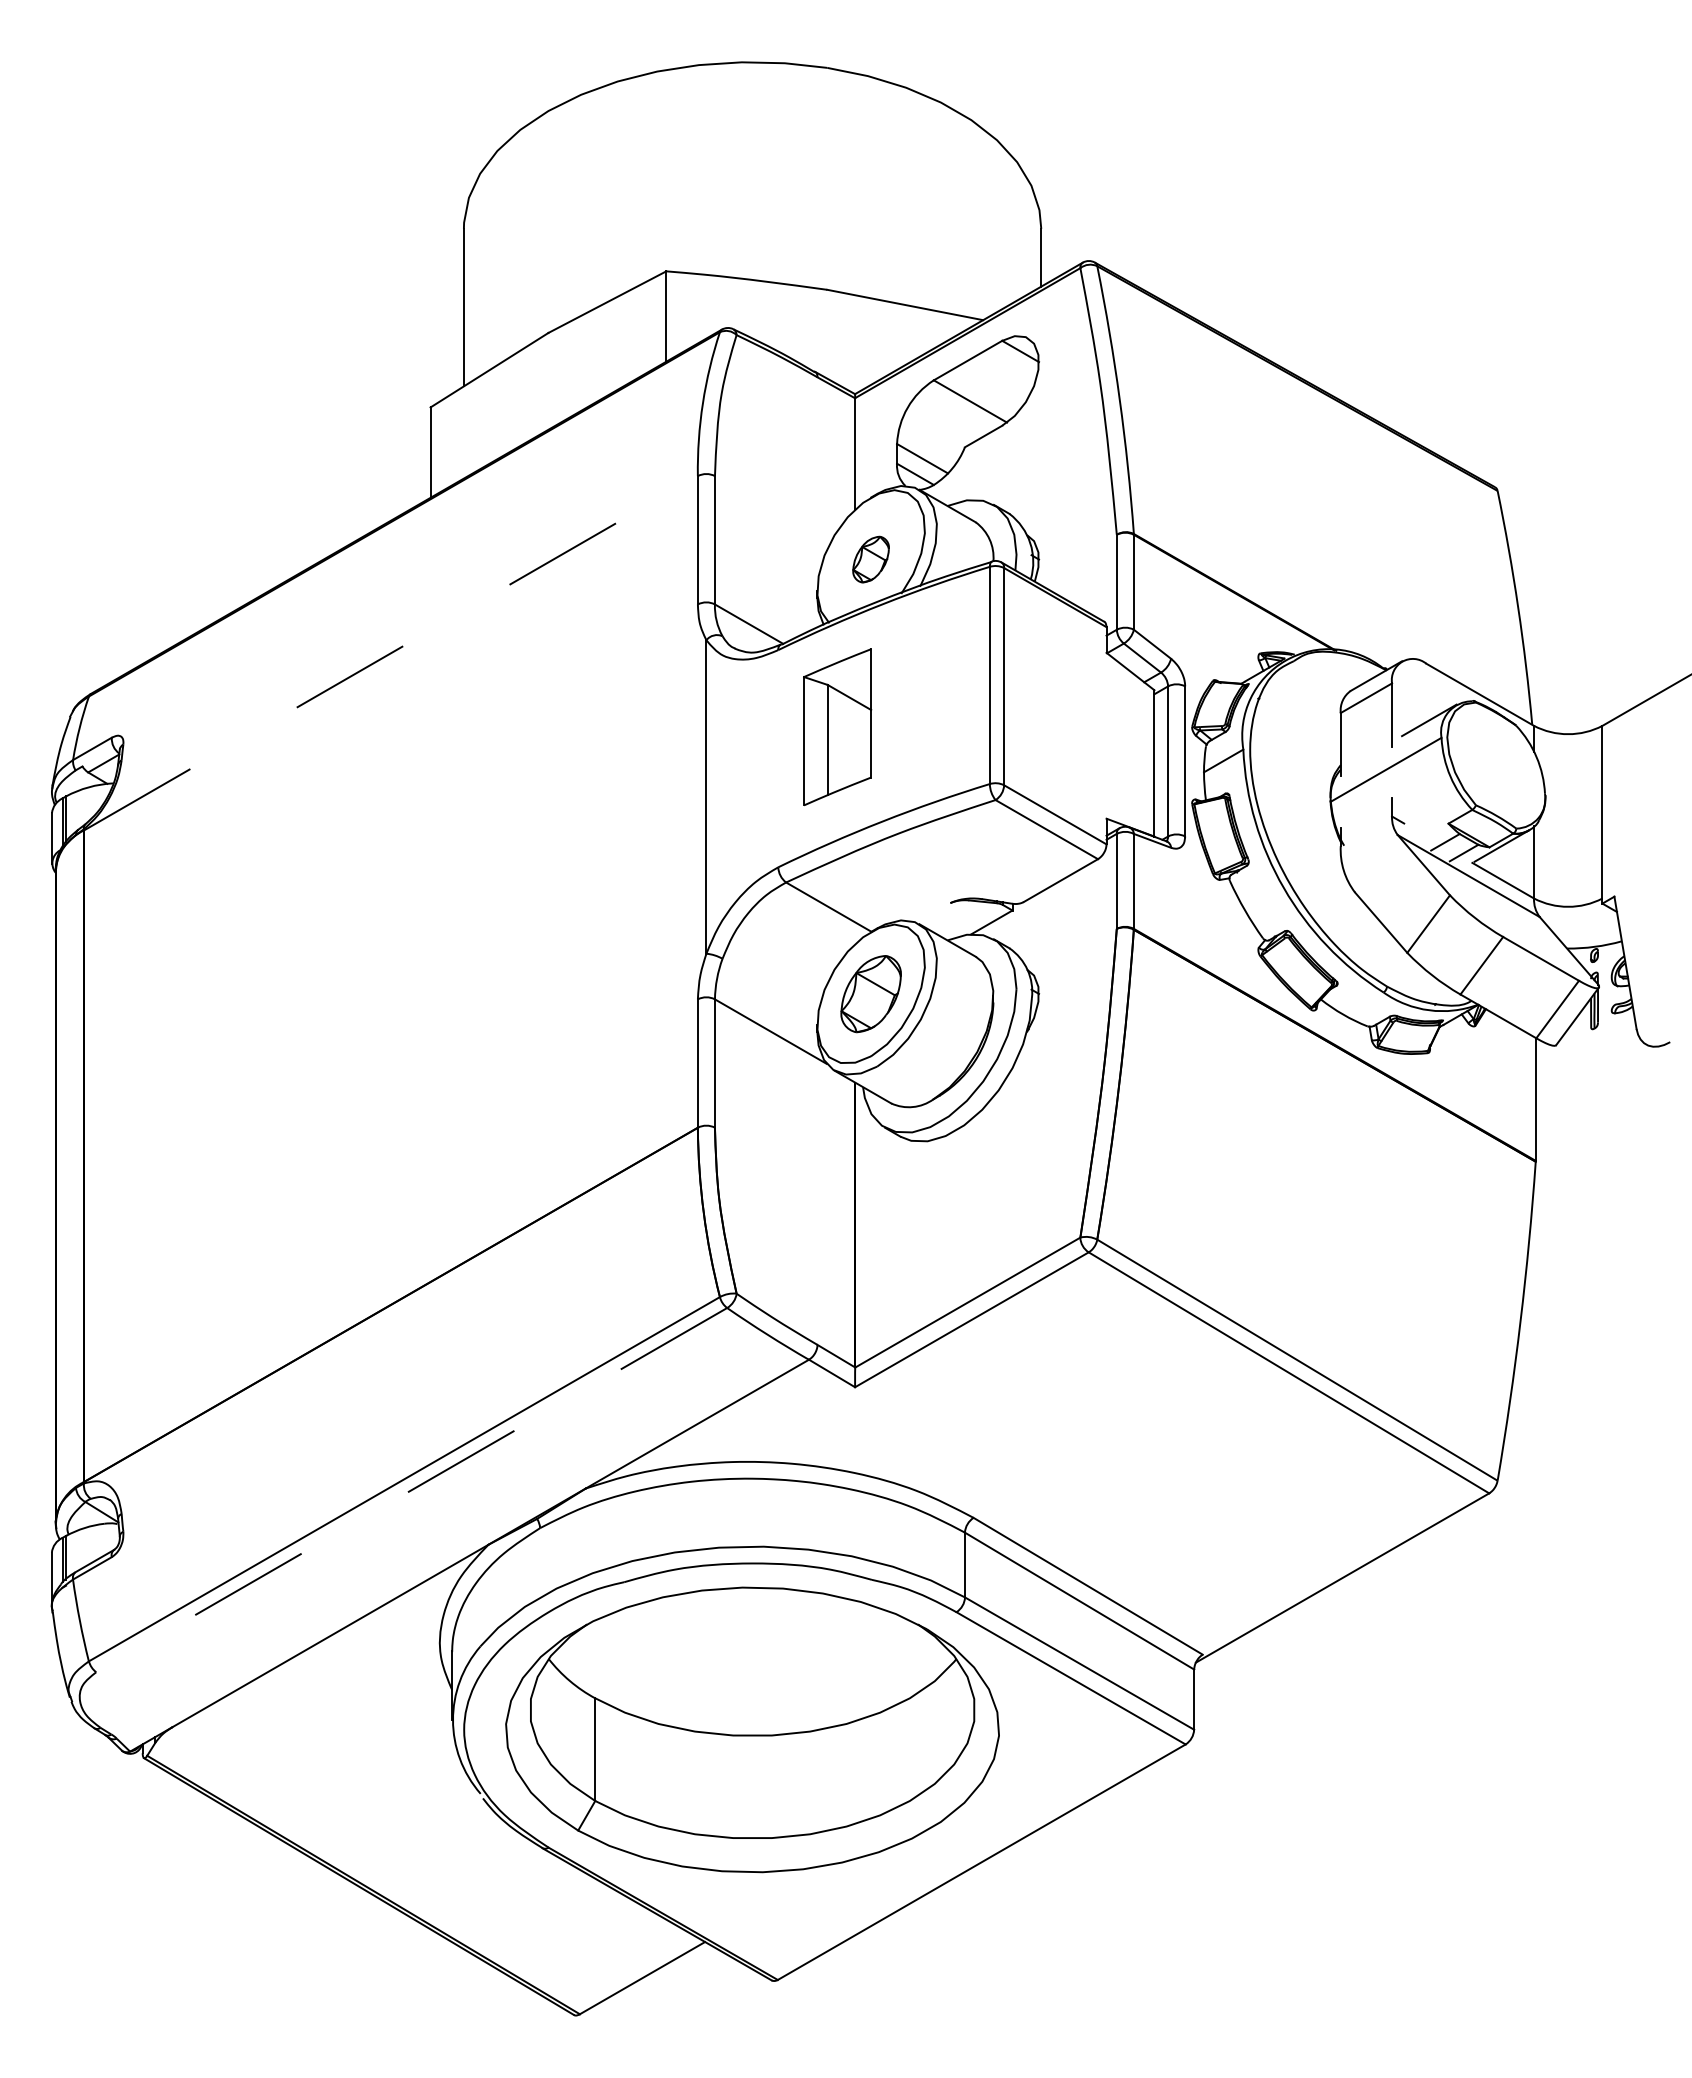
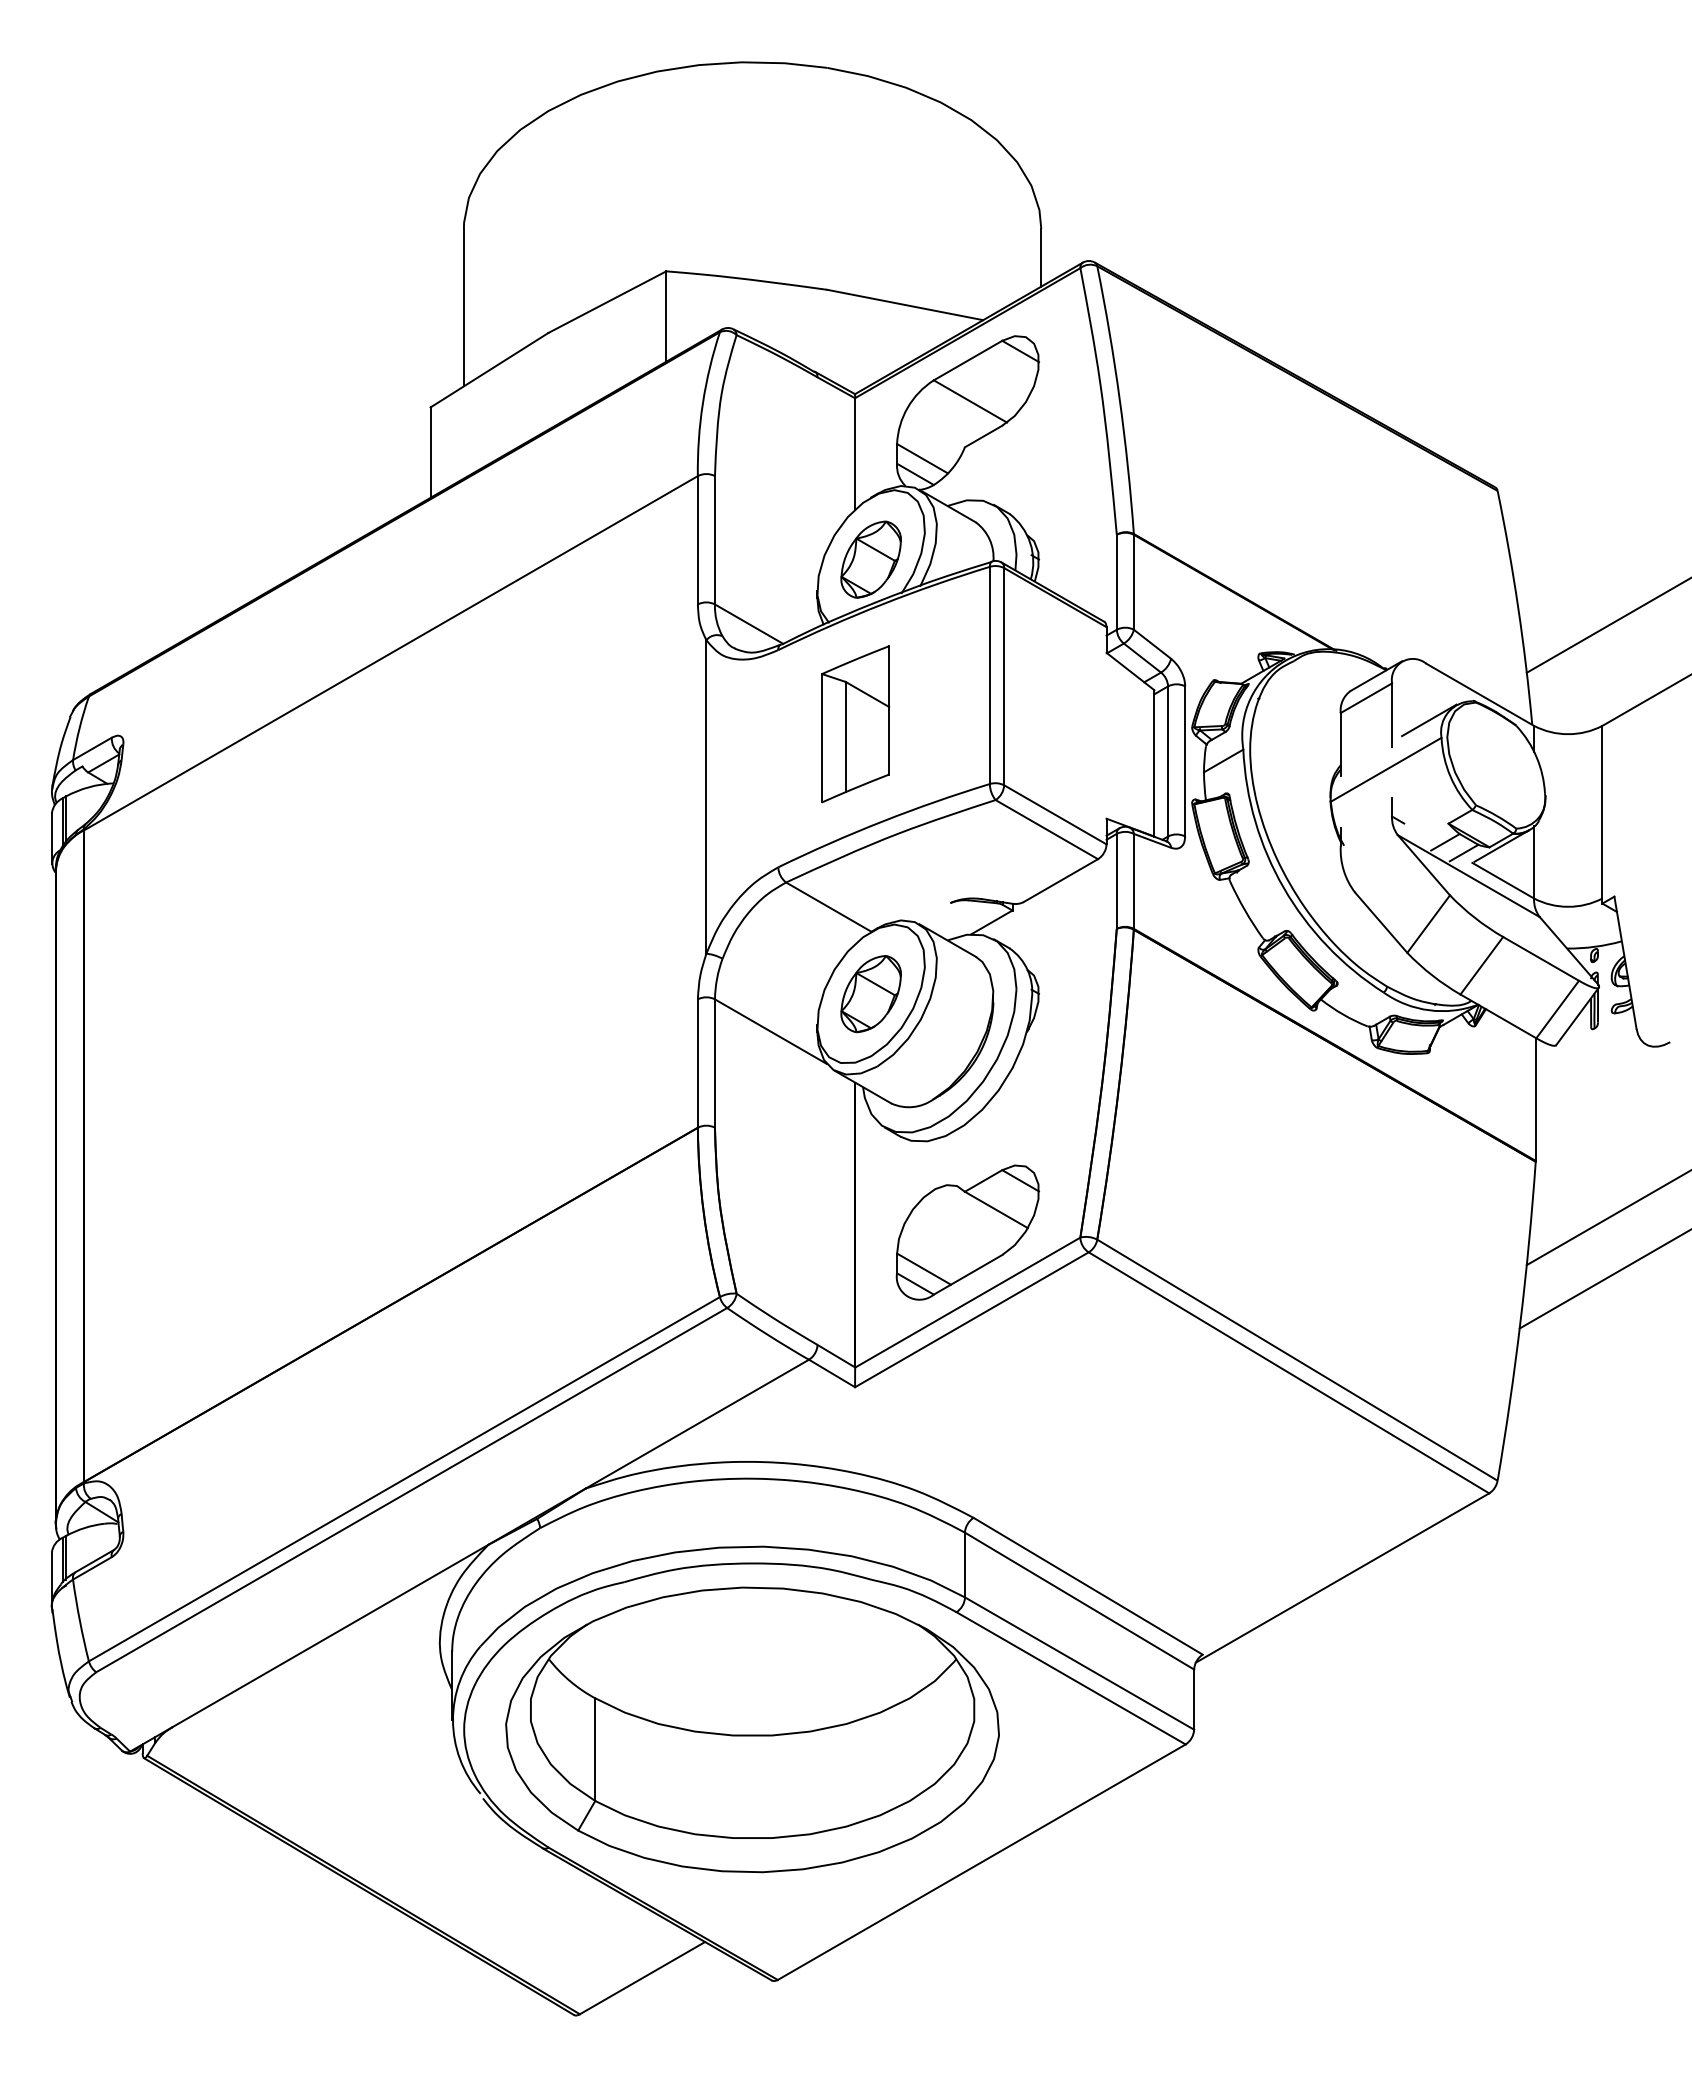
part at (870, 559) size: 38x49 px -> 62x79 px
line at (1607, 625): none -> present
line at (391, 653): dashed -> solid
part at (837, 726) position: (837, 726) -> (855, 723)
line at (1607, 1218): none -> present
part at (967, 1232): none -> present
line at (1603, 1279): none -> present
line at (411, 1490): dashed -> solid
